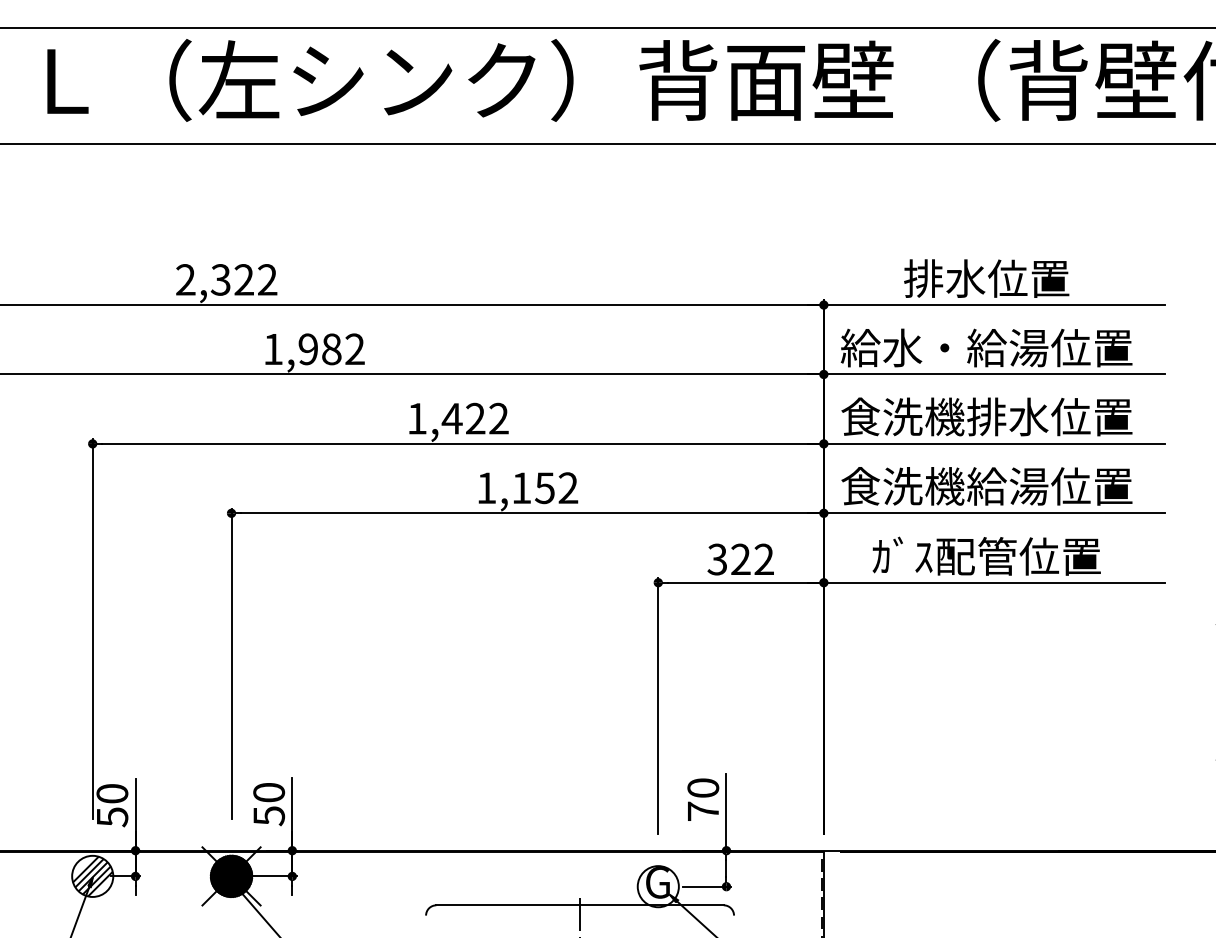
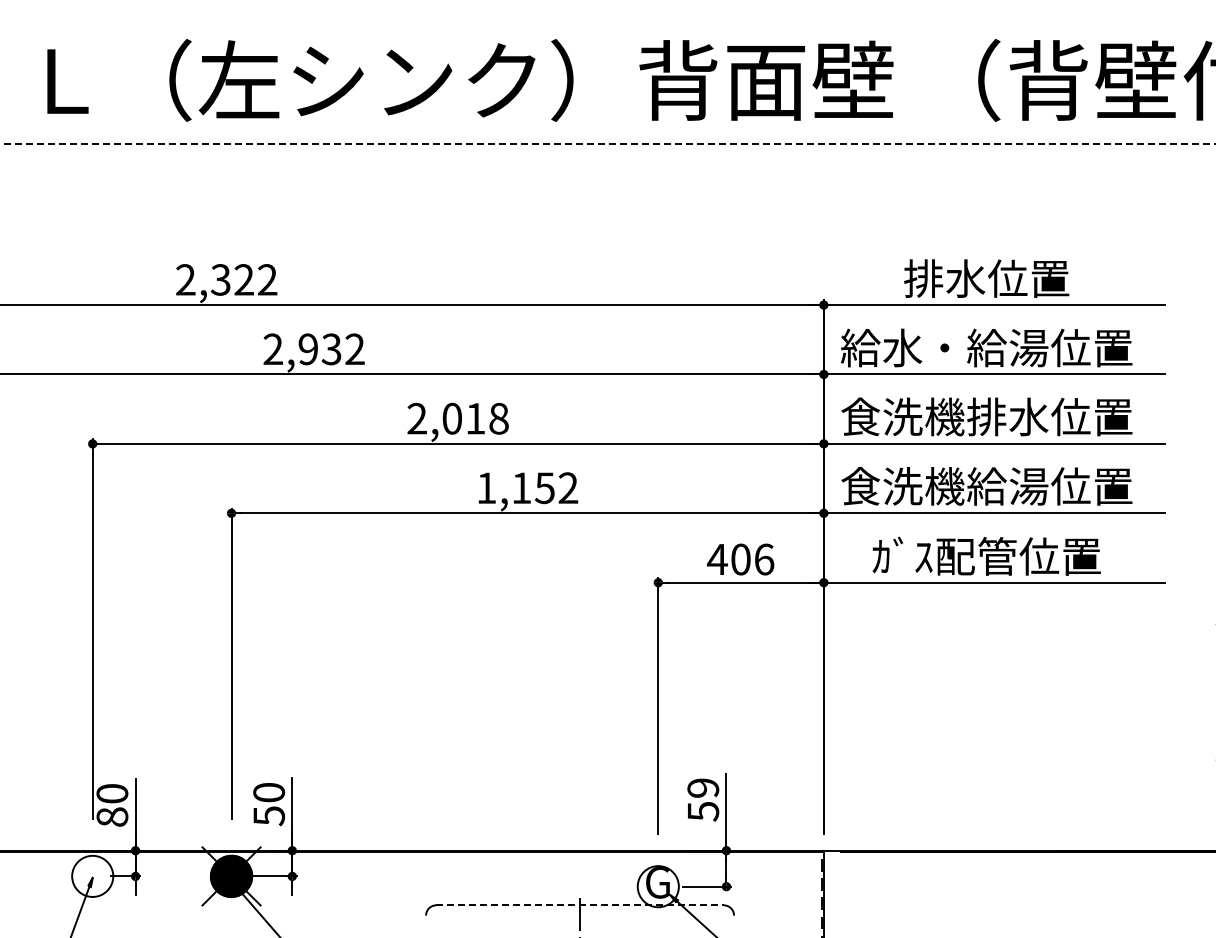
line at (607, 28): present -> none
line at (608, 144): solid -> dashed
text at (302, 349): 1,982 -> 2,932
text at (457, 418): 1,422 -> 2,018
text at (740, 559): 322 -> 406
text at (703, 799): 70 -> 59
text at (112, 817): 50 -> 80
hatch at (92, 876): present -> none
line at (580, 905): solid -> dashed
